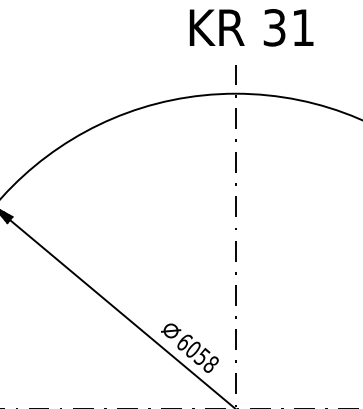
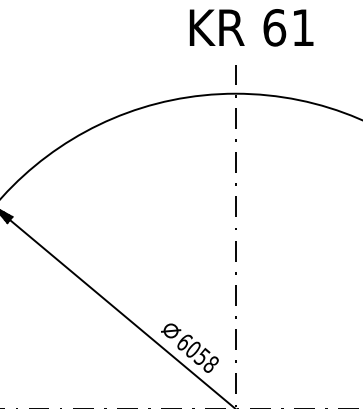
text at (274, 27): 31 -> 61
